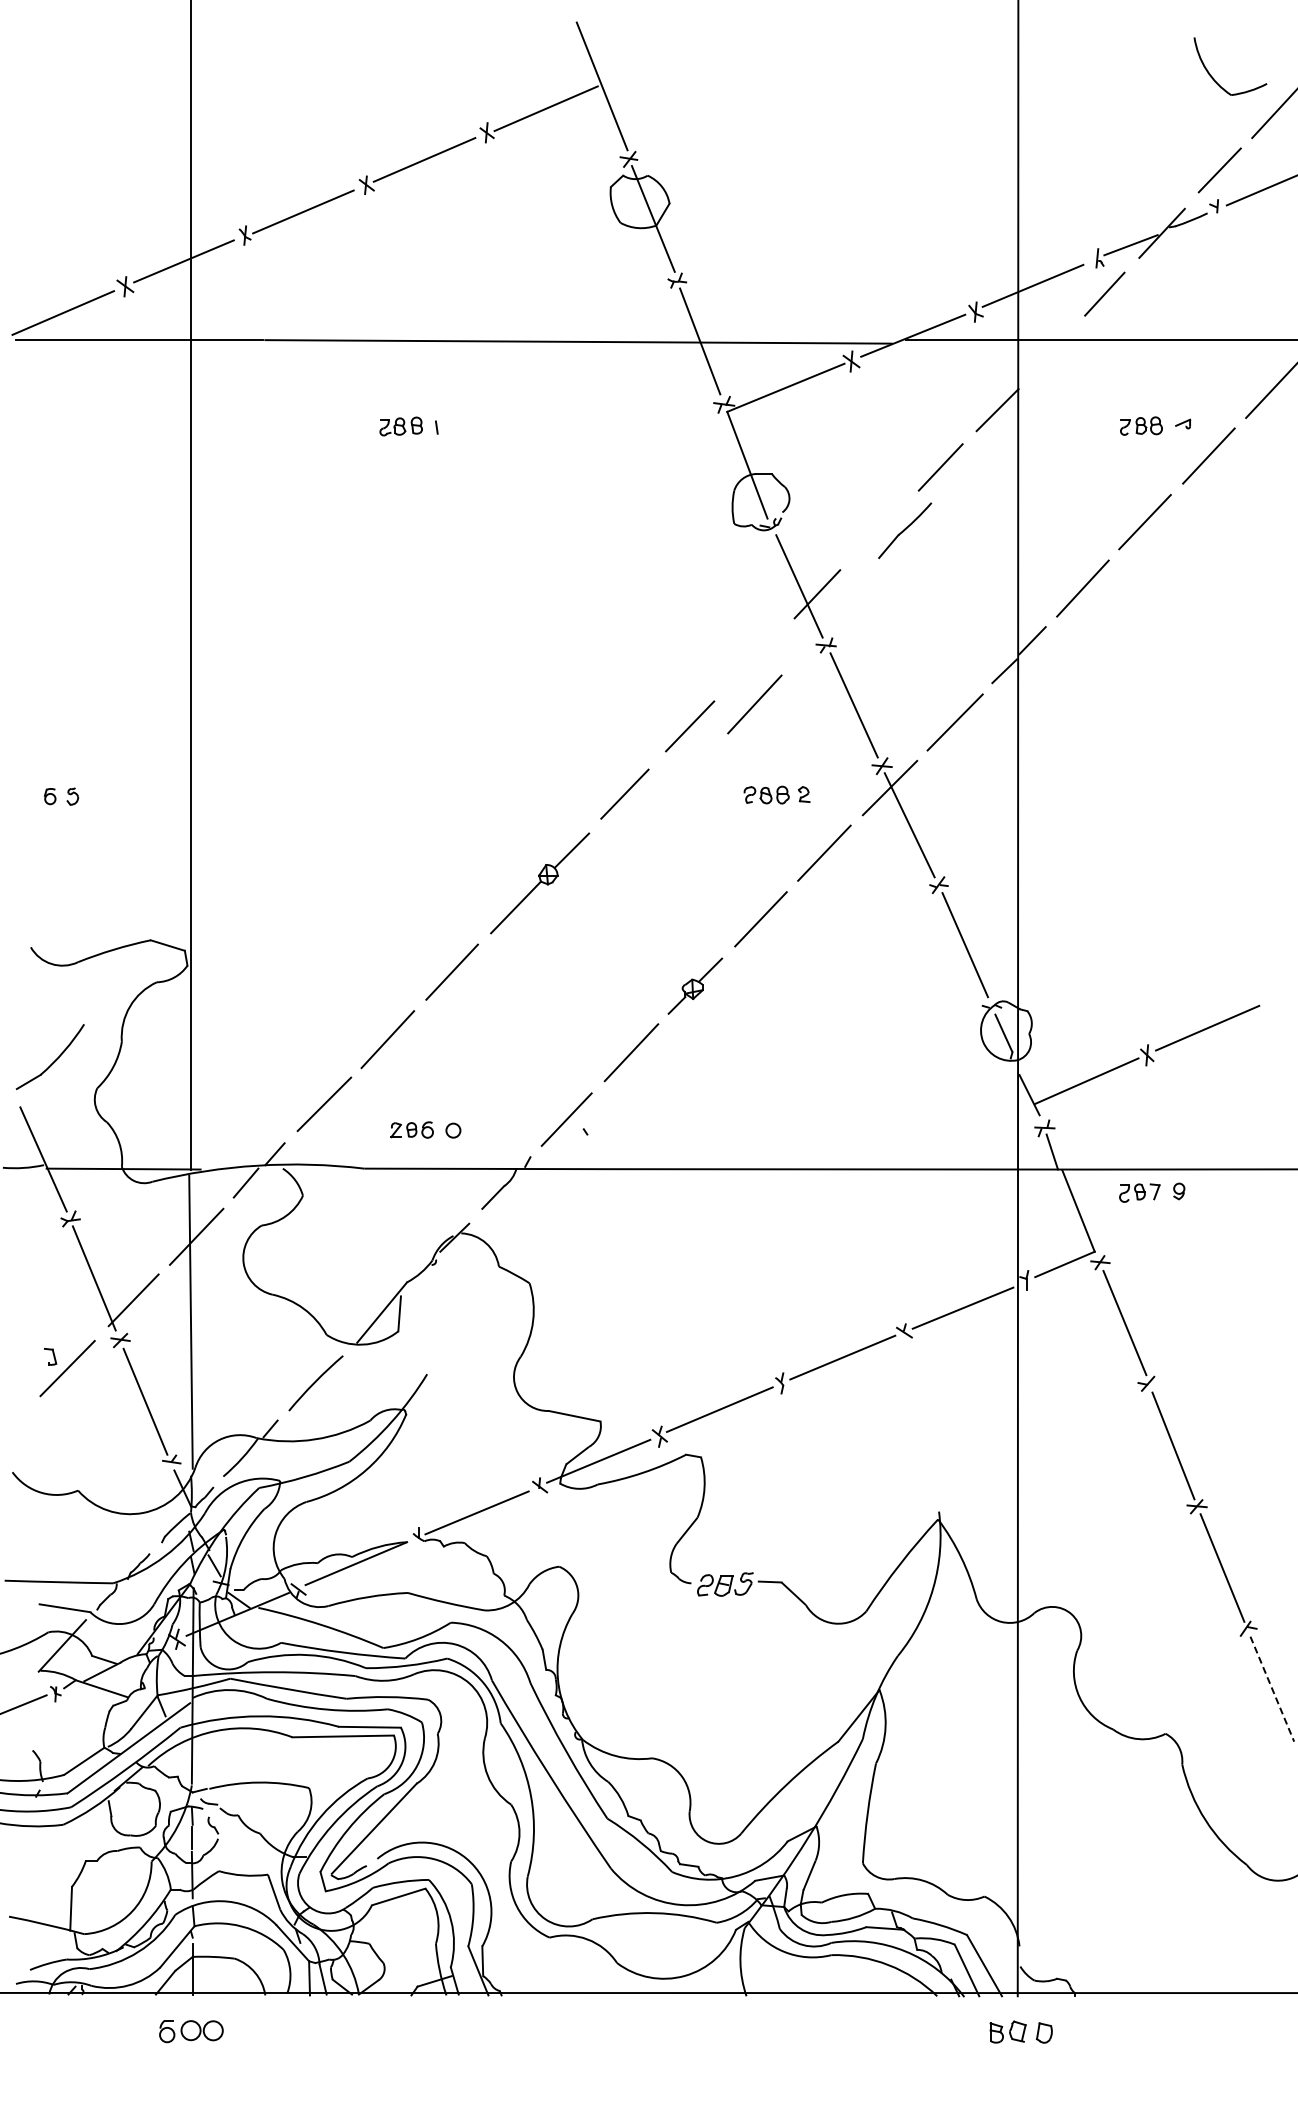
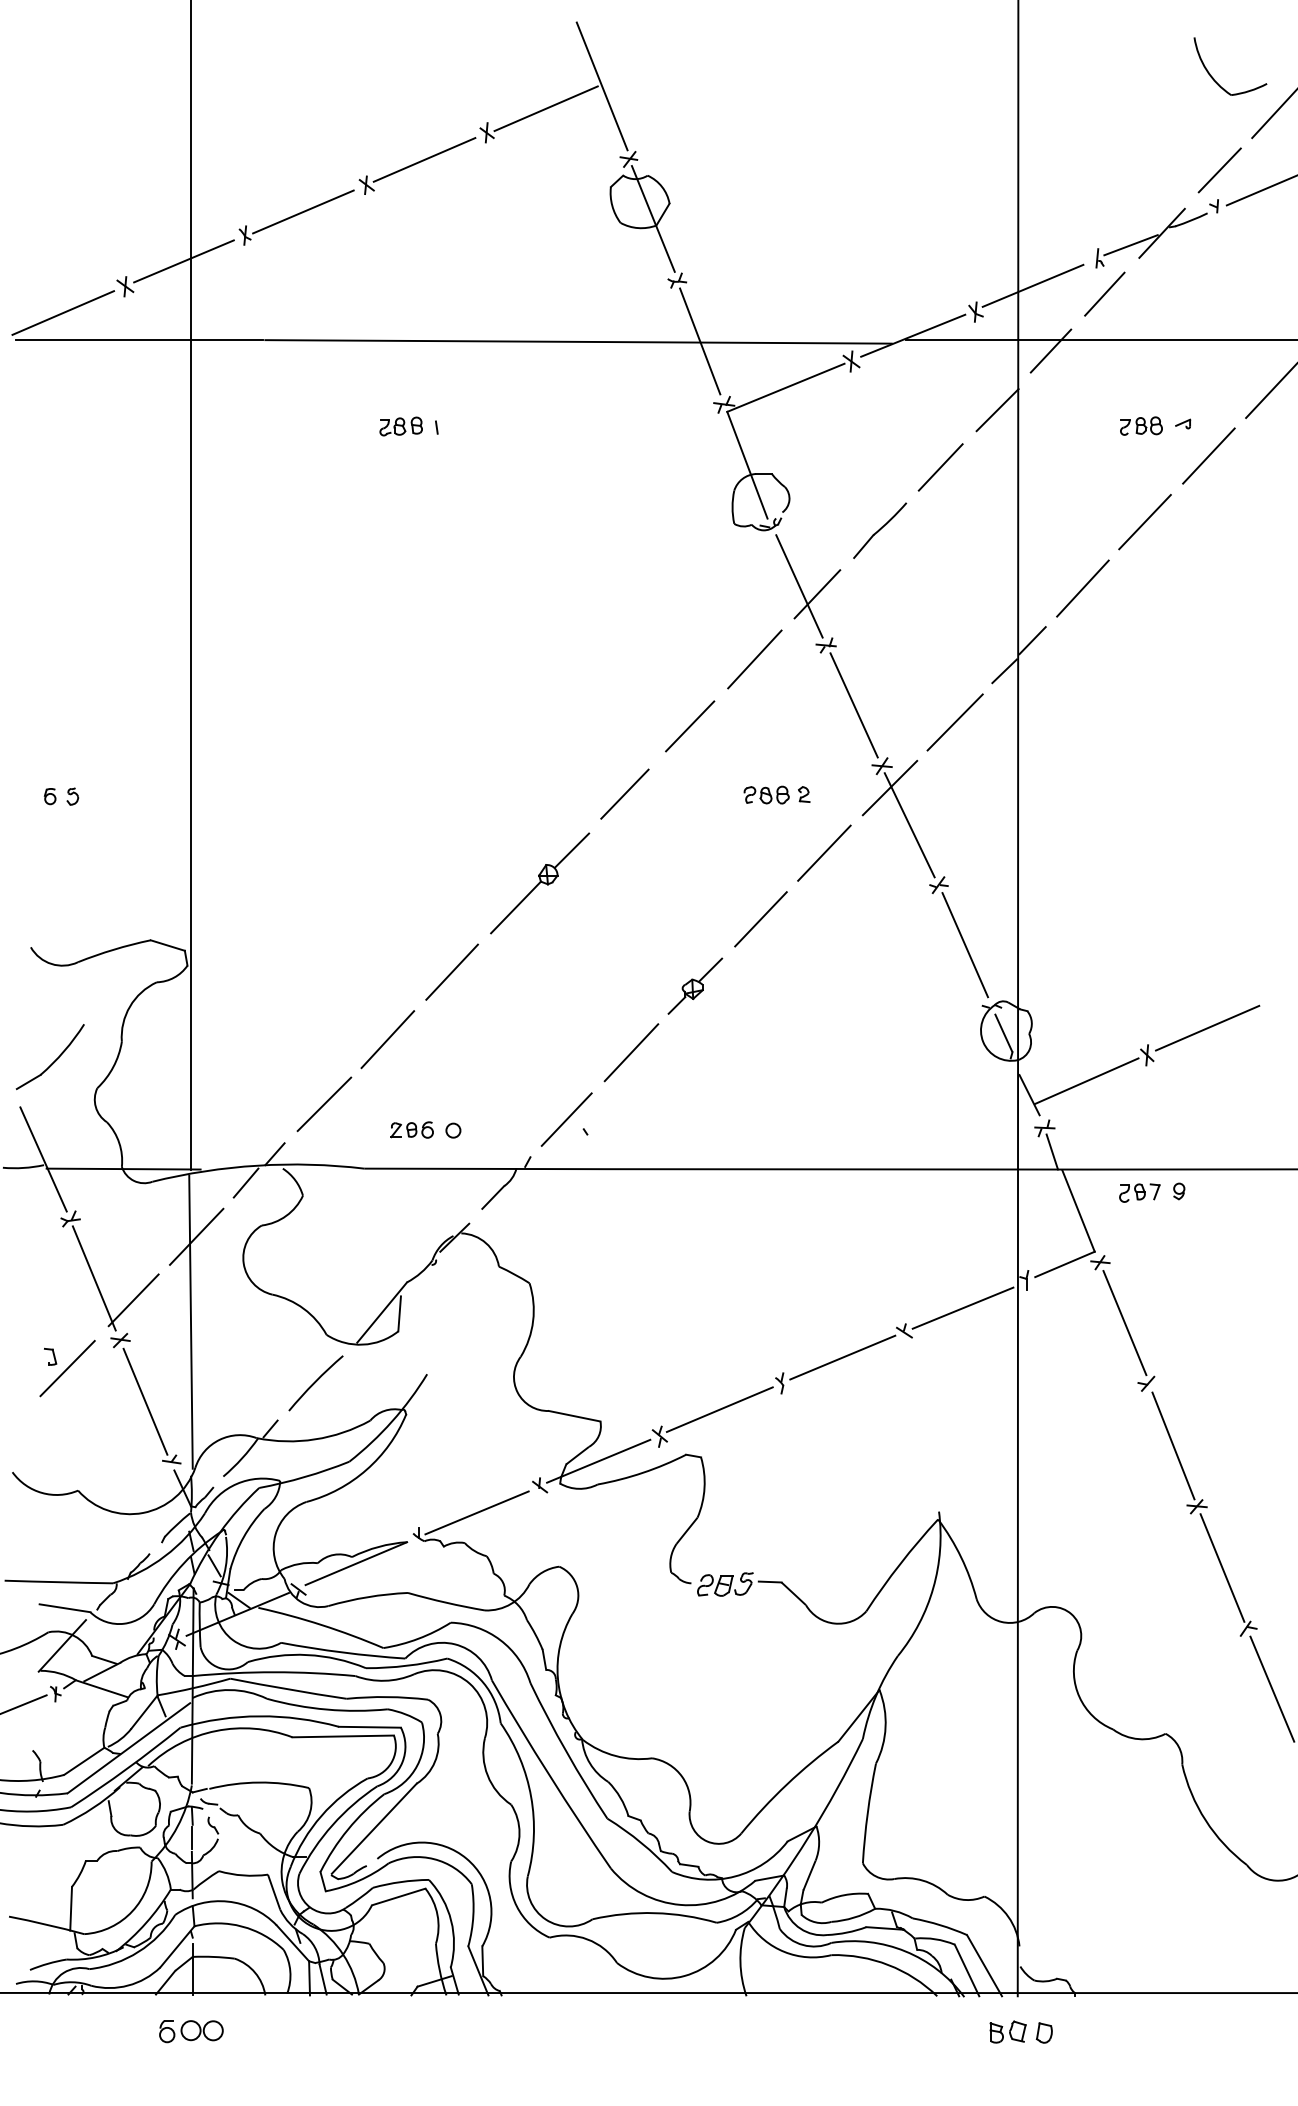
line at (1050, 350): none -> present
part at (905, 530) position: (905, 530) -> (880, 530)
line at (754, 704) position: (754, 704) -> (754, 659)
line at (1272, 1689): dashed -> solid
